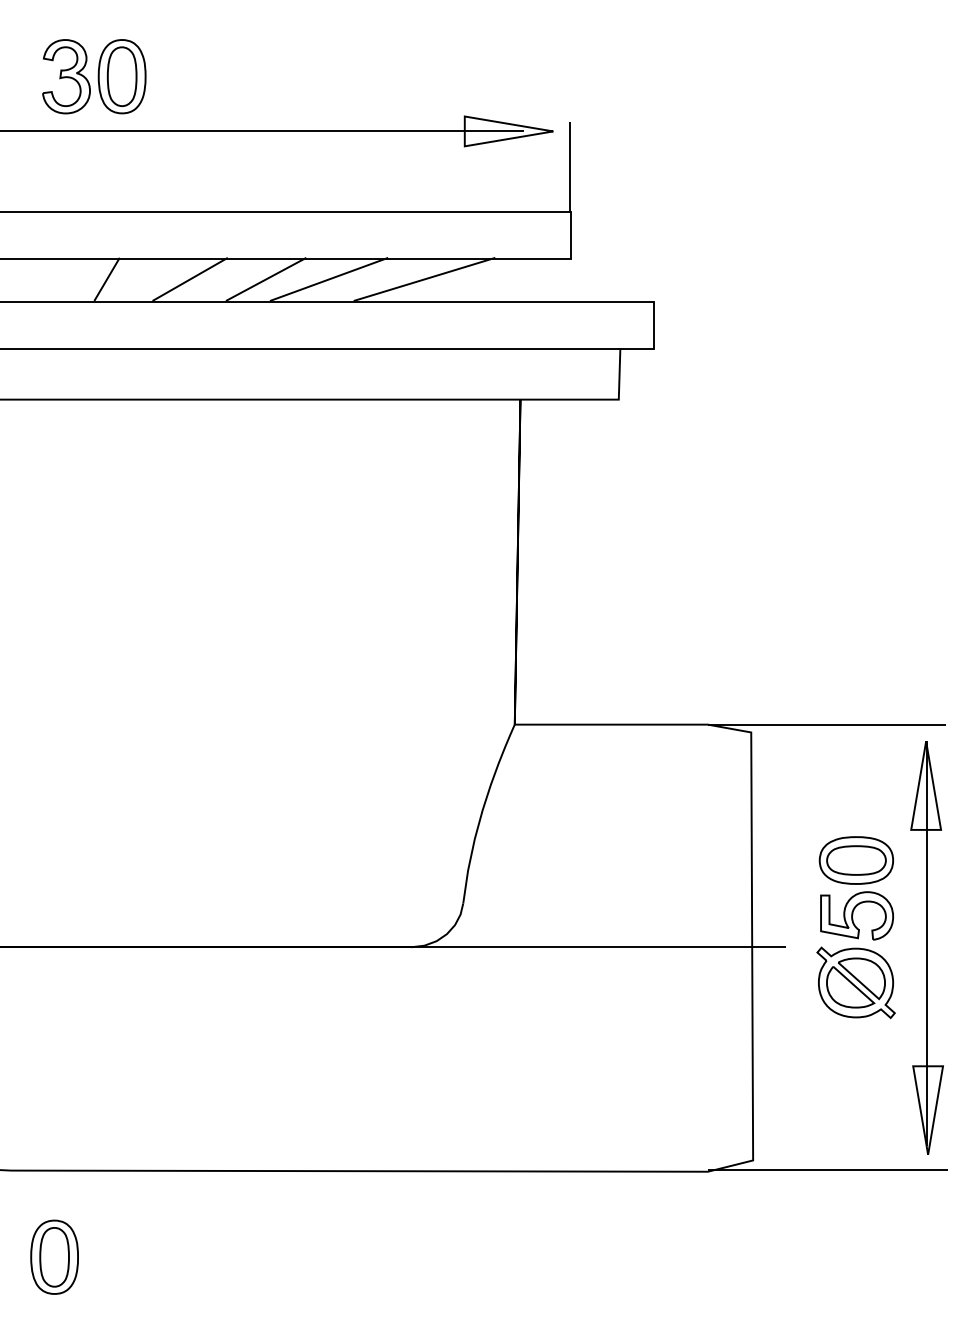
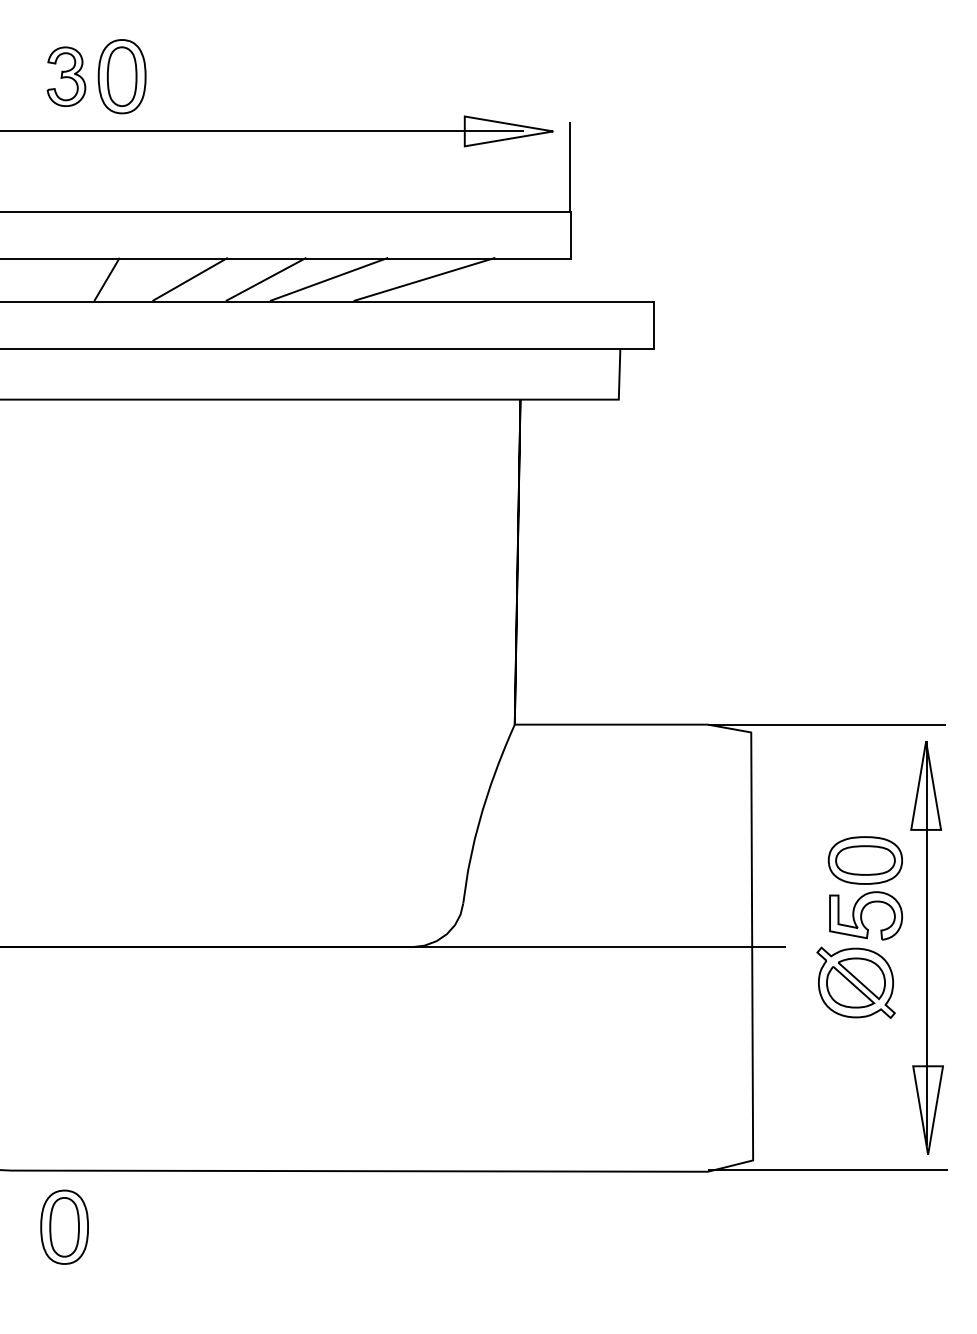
part at (66, 76) size: 49x76 px -> 41x61 px
part at (856, 888) position: (856, 888) -> (865, 888)
part at (54, 1256) position: (54, 1256) -> (64, 1226)
